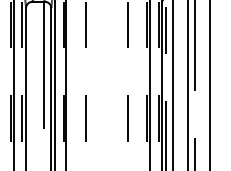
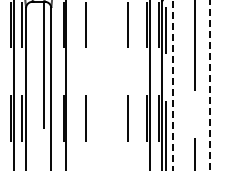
line at (54, 84): present -> none
line at (188, 84): present -> none
line at (173, 85): solid -> dashed
line at (209, 85): solid -> dashed
